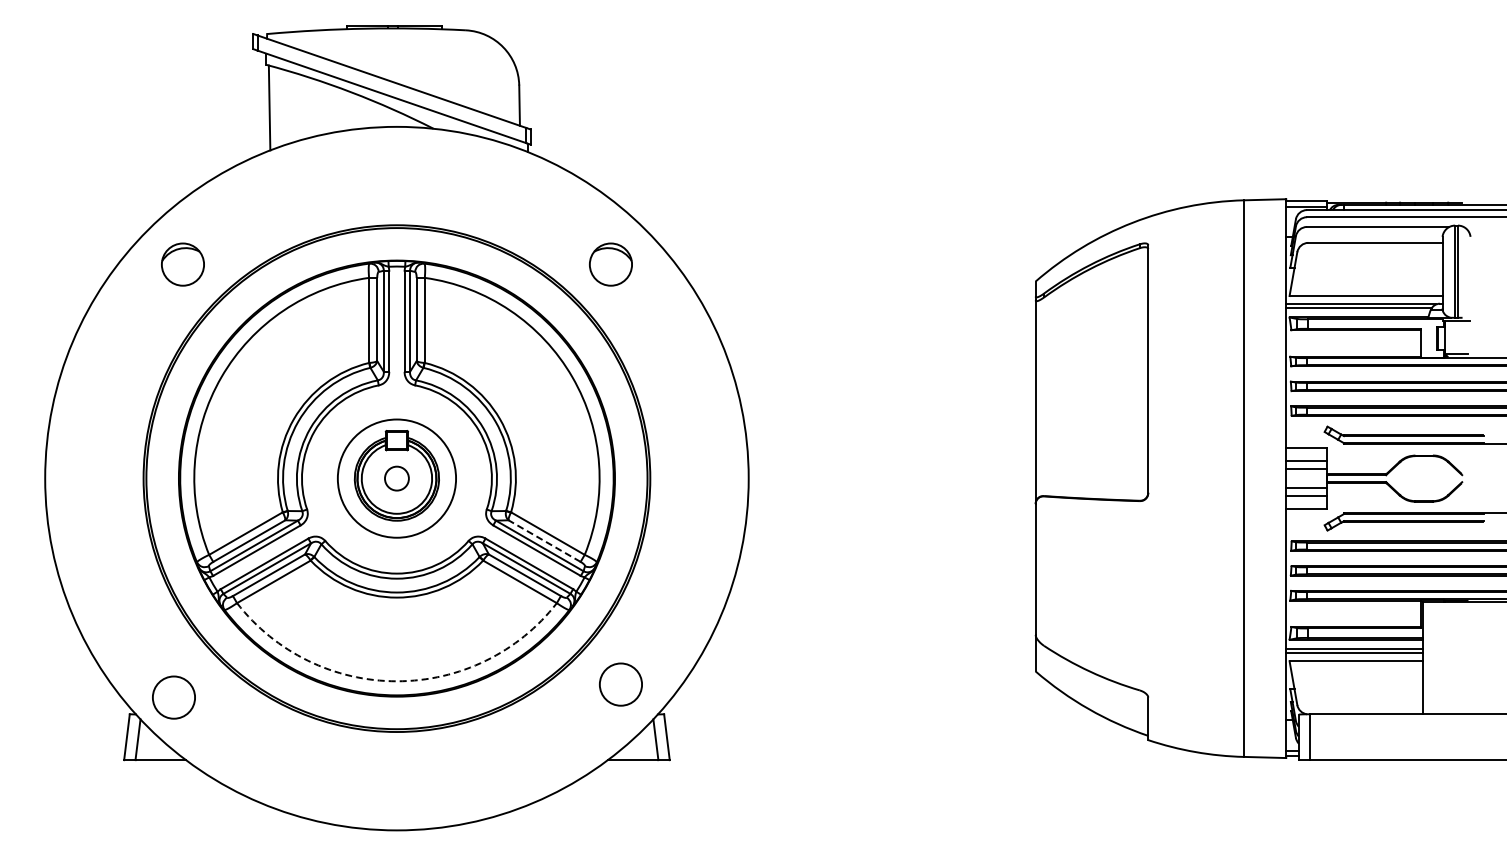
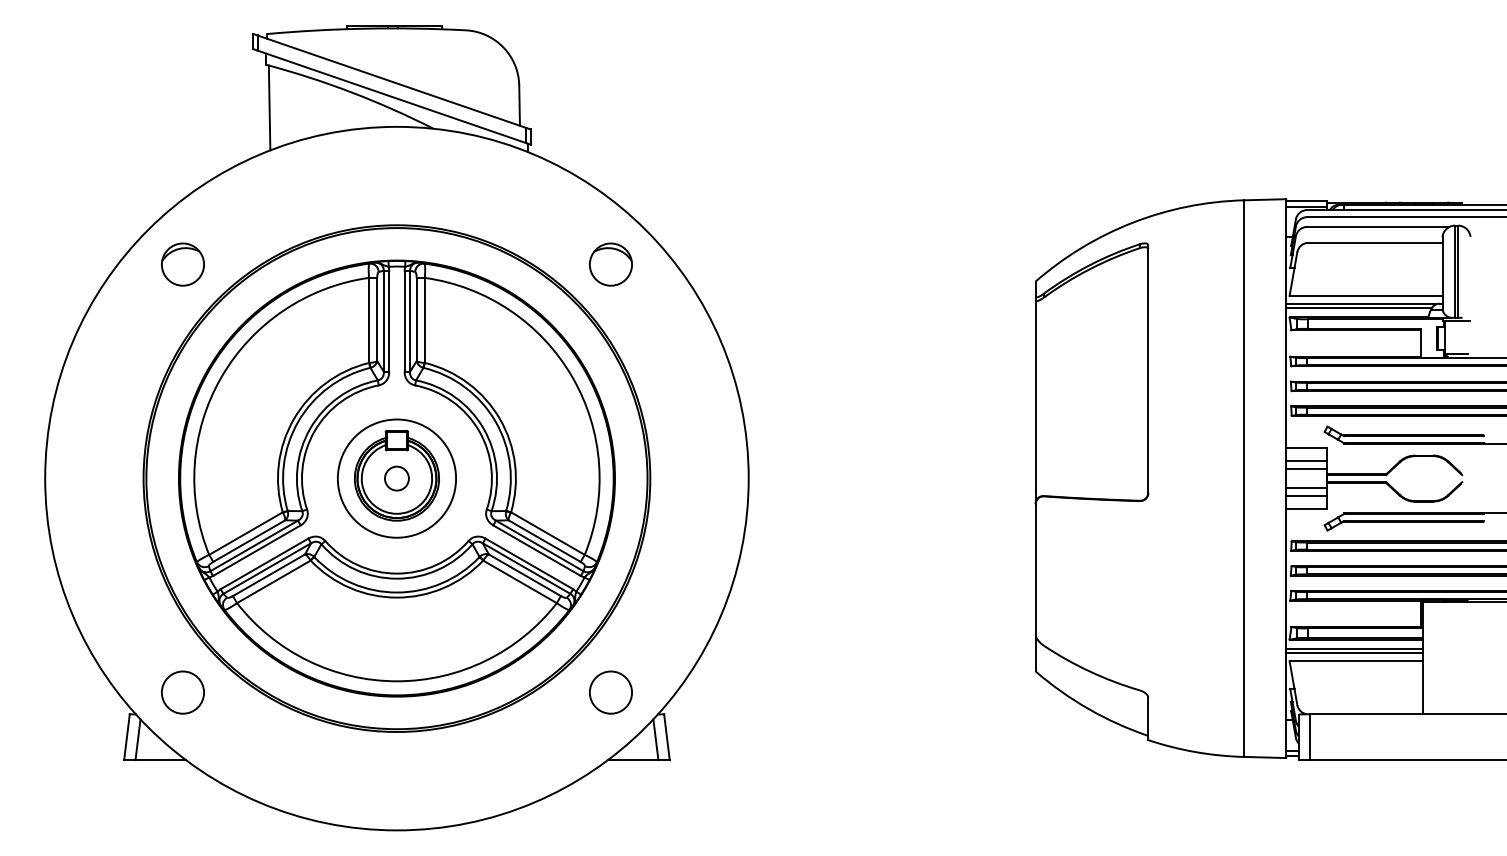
line at (544, 541): dashed -> solid
arc at (396, 681): dashed -> solid
circle at (620, 684) position: (620, 684) -> (610, 692)
circle at (173, 697) position: (173, 697) -> (182, 692)
